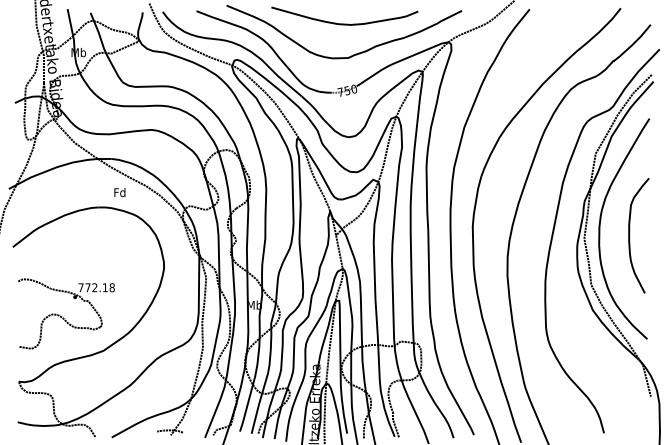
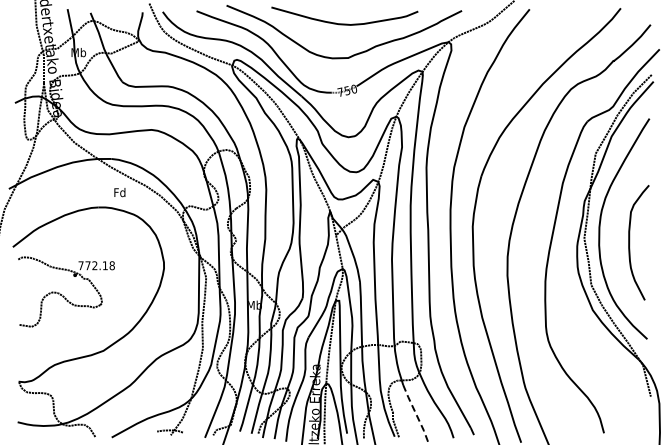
curve at (630, 235) position: (630, 235) -> (630, 242)
part at (66, 313) position: (66, 313) -> (66, 291)
line at (416, 413): solid -> dashed
